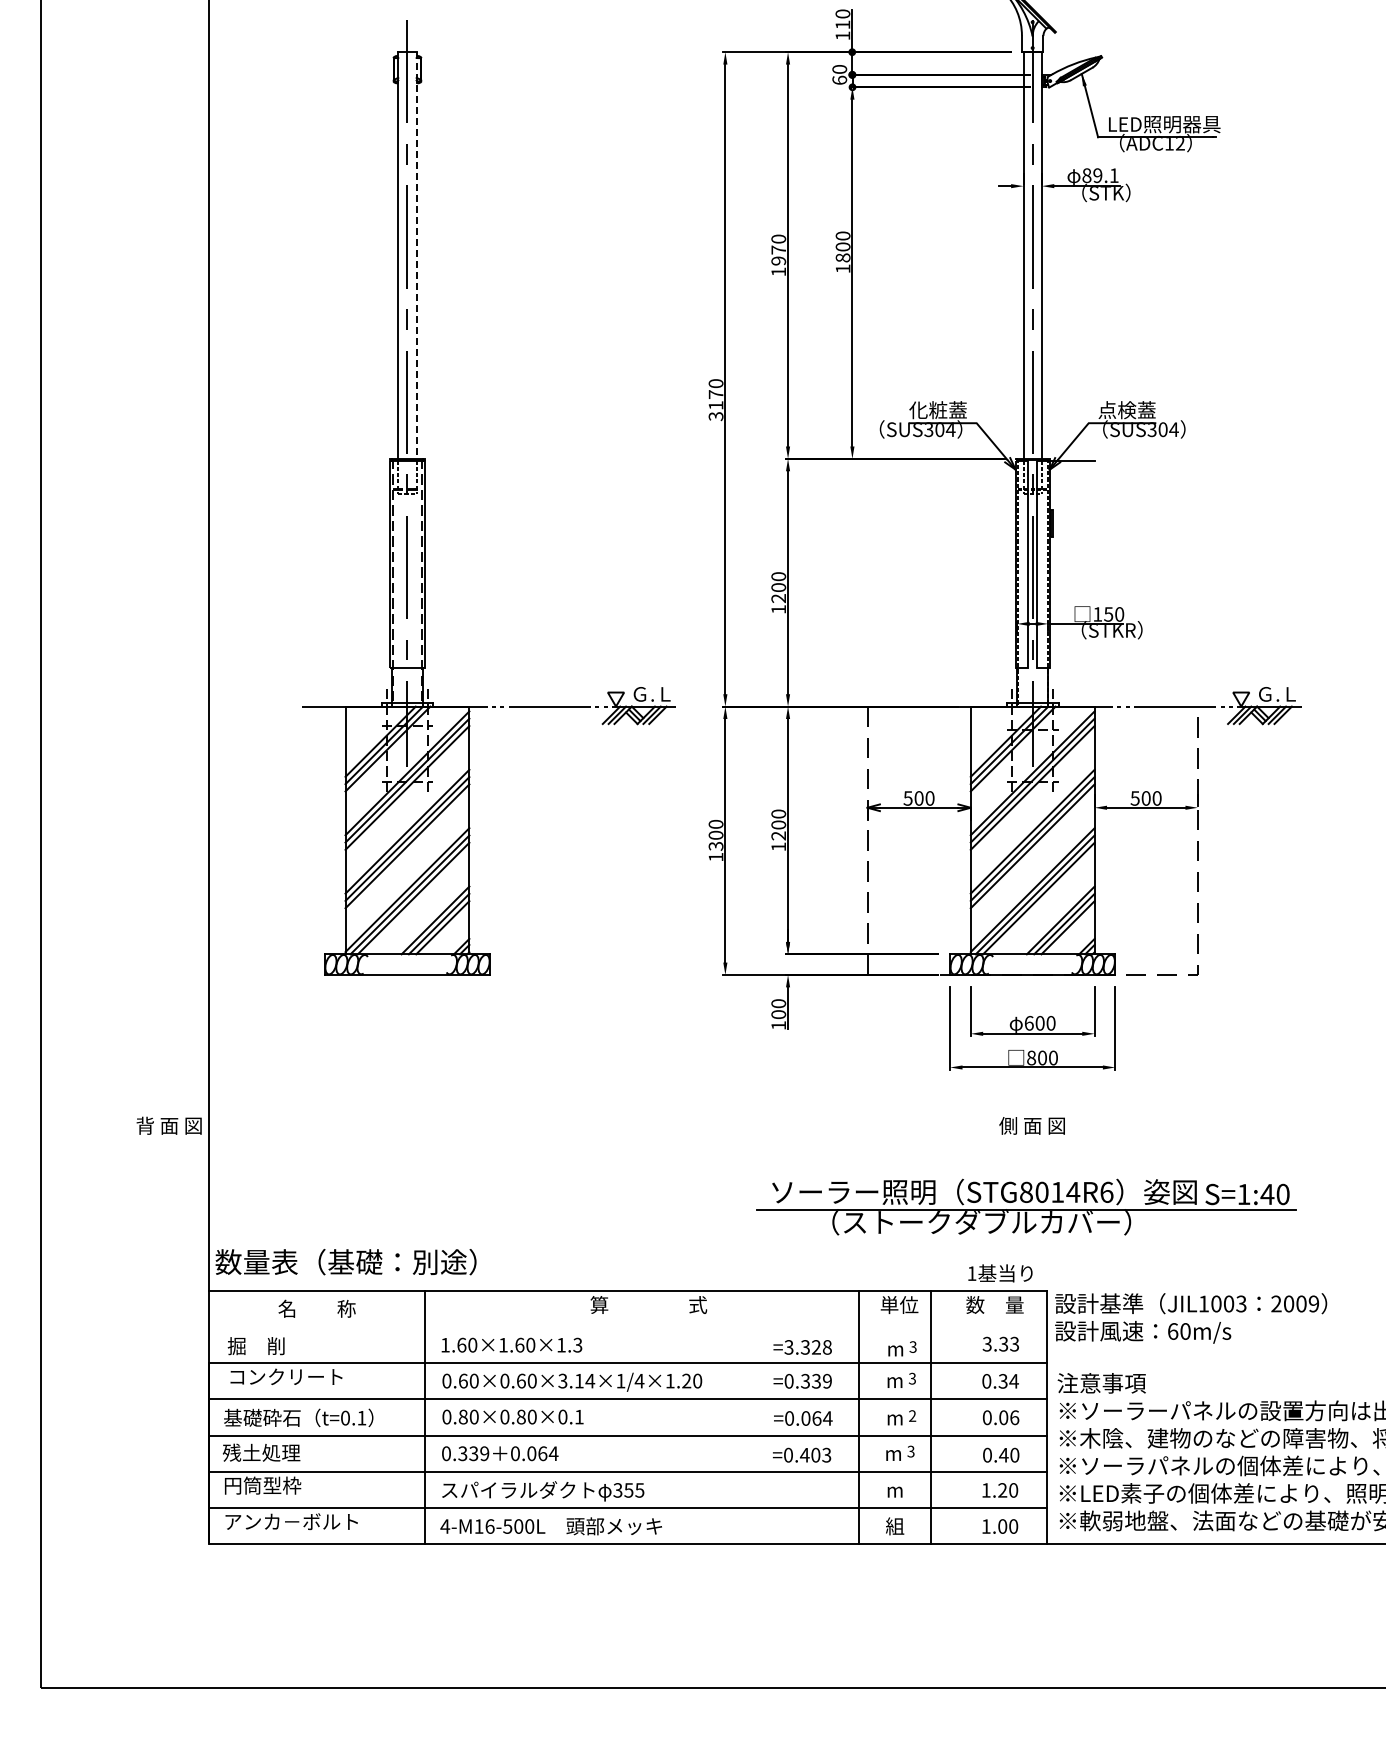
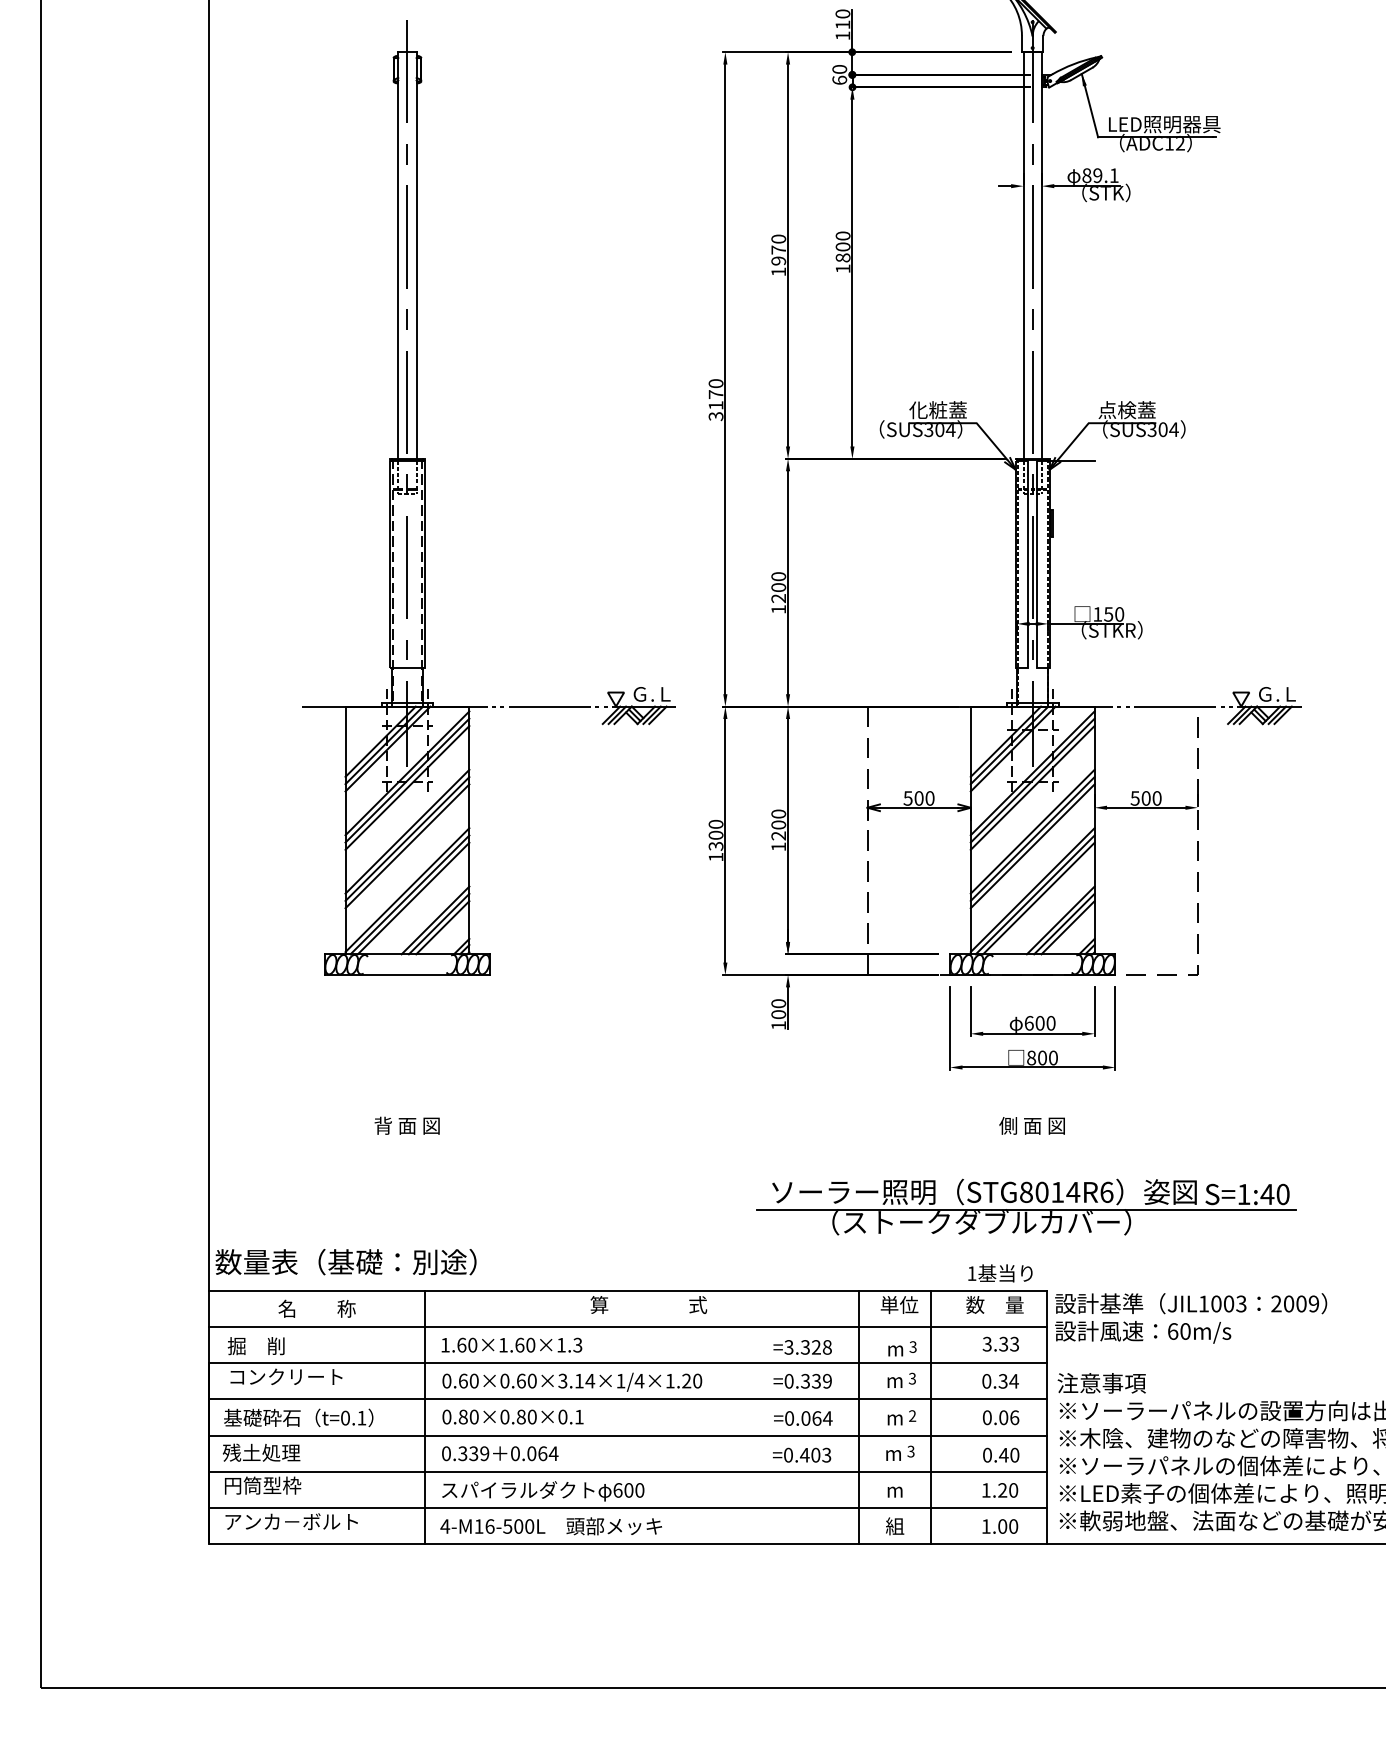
line at (416, 256): dashed -> solid
text at (168, 1125) position: (168, 1125) -> (406, 1125)
line at (627, 1327): none -> present
text at (628, 1490): 355 -> 600
